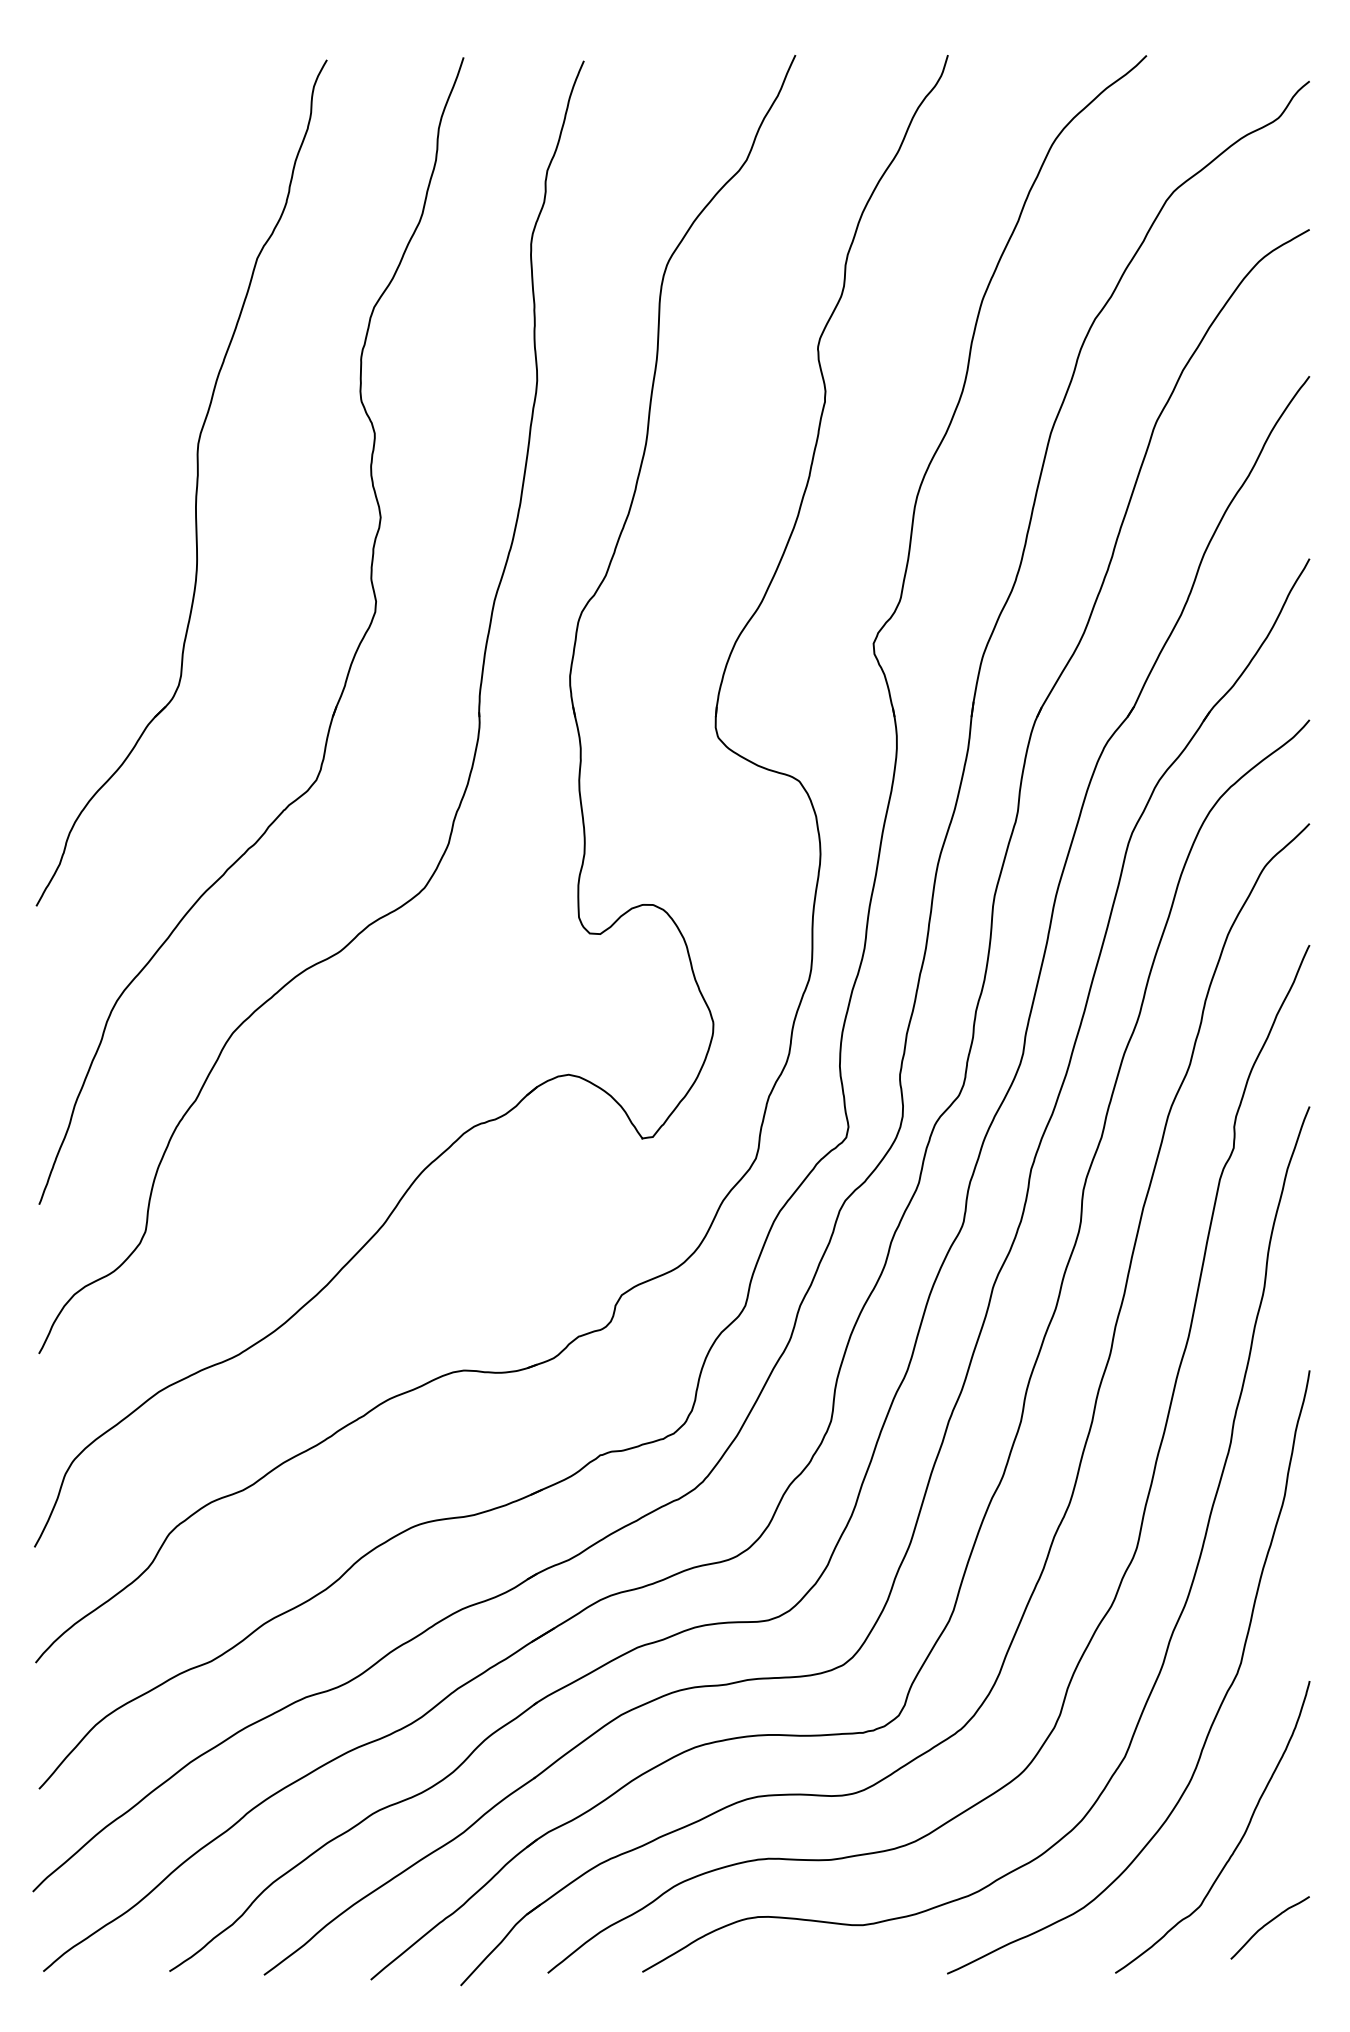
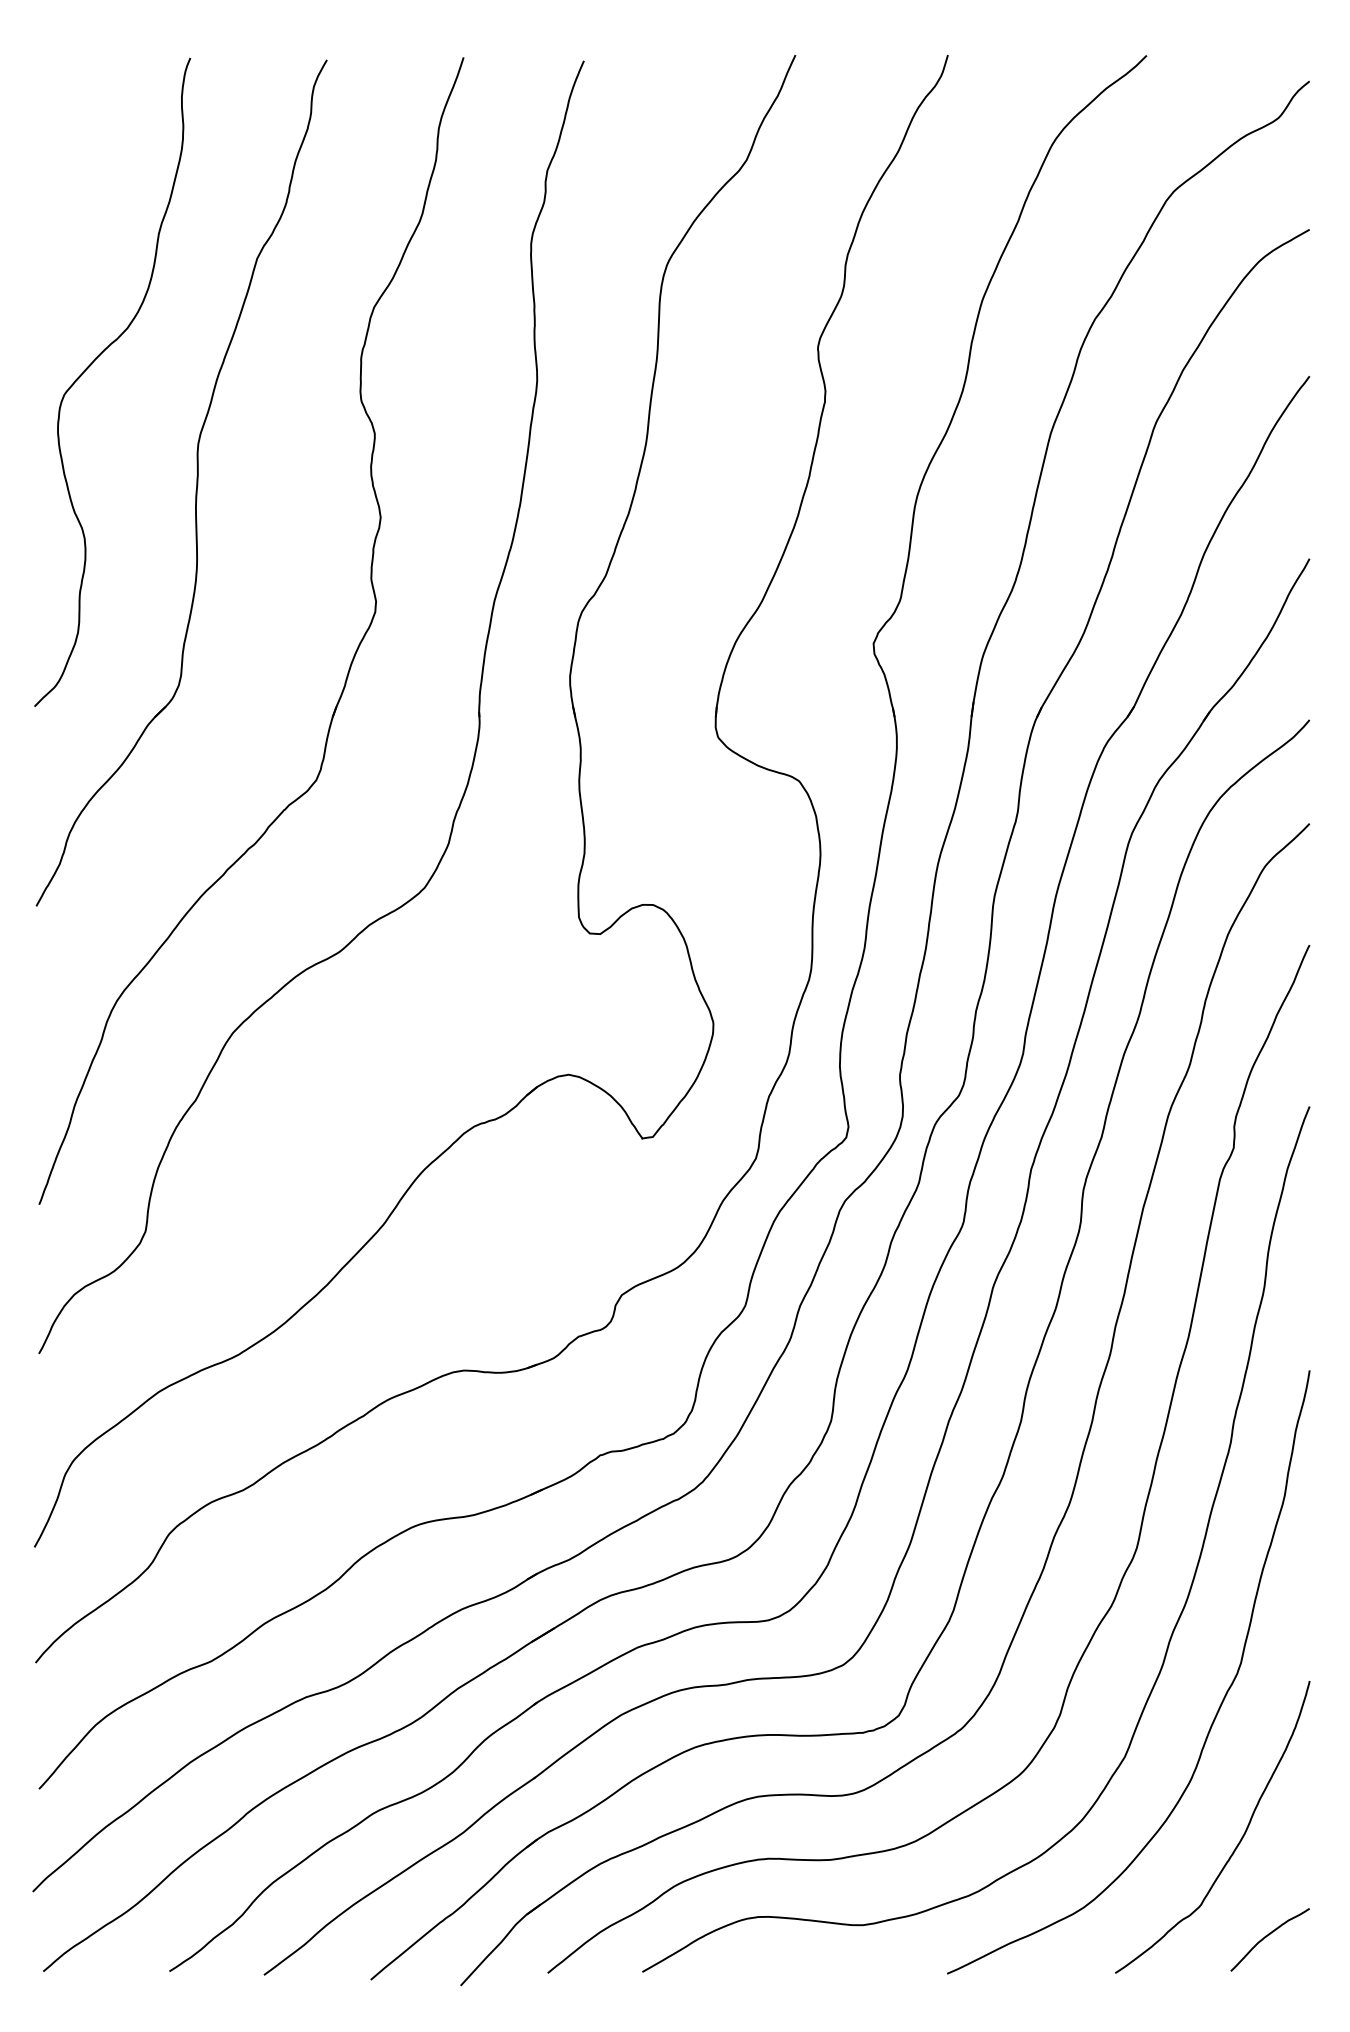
curve at (92, 364): none -> present
curve at (1267, 1924) position: (1267, 1924) -> (1267, 1936)
